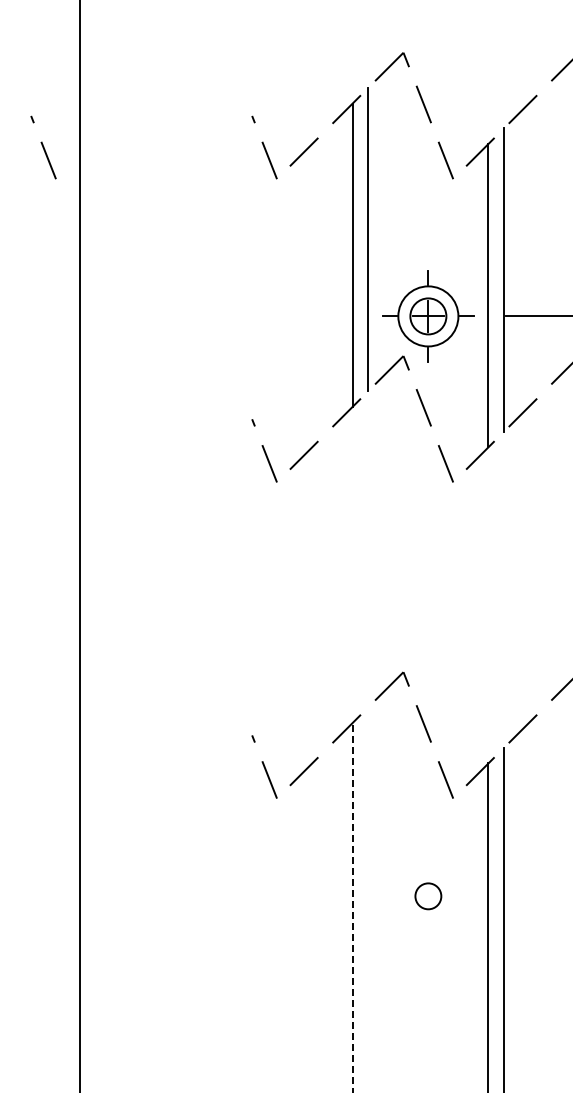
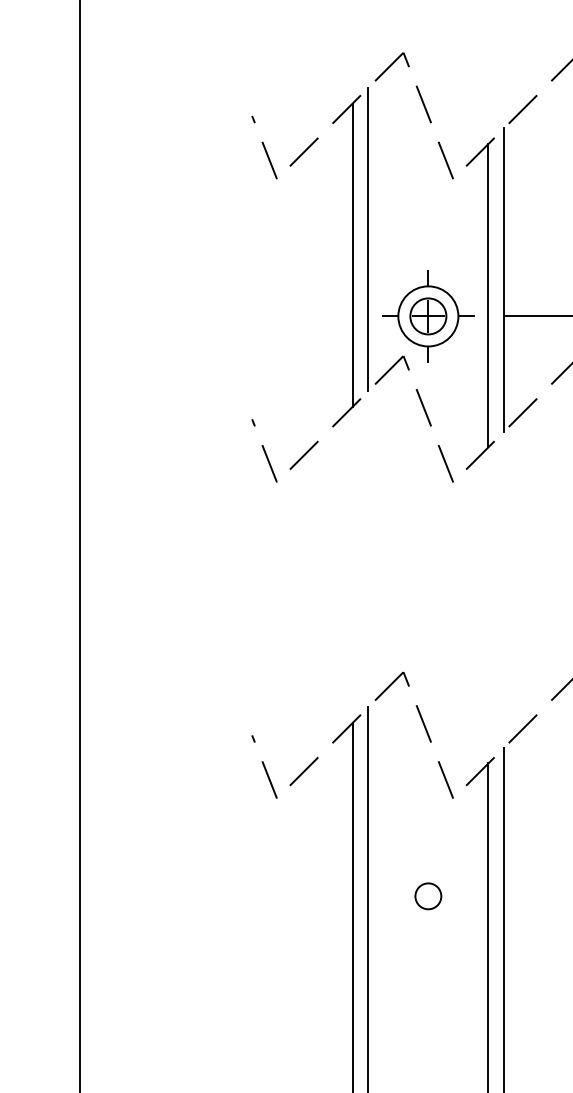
line at (43, 147): present -> none
line at (368, 898): none -> present
line at (352, 907): dashed -> solid
